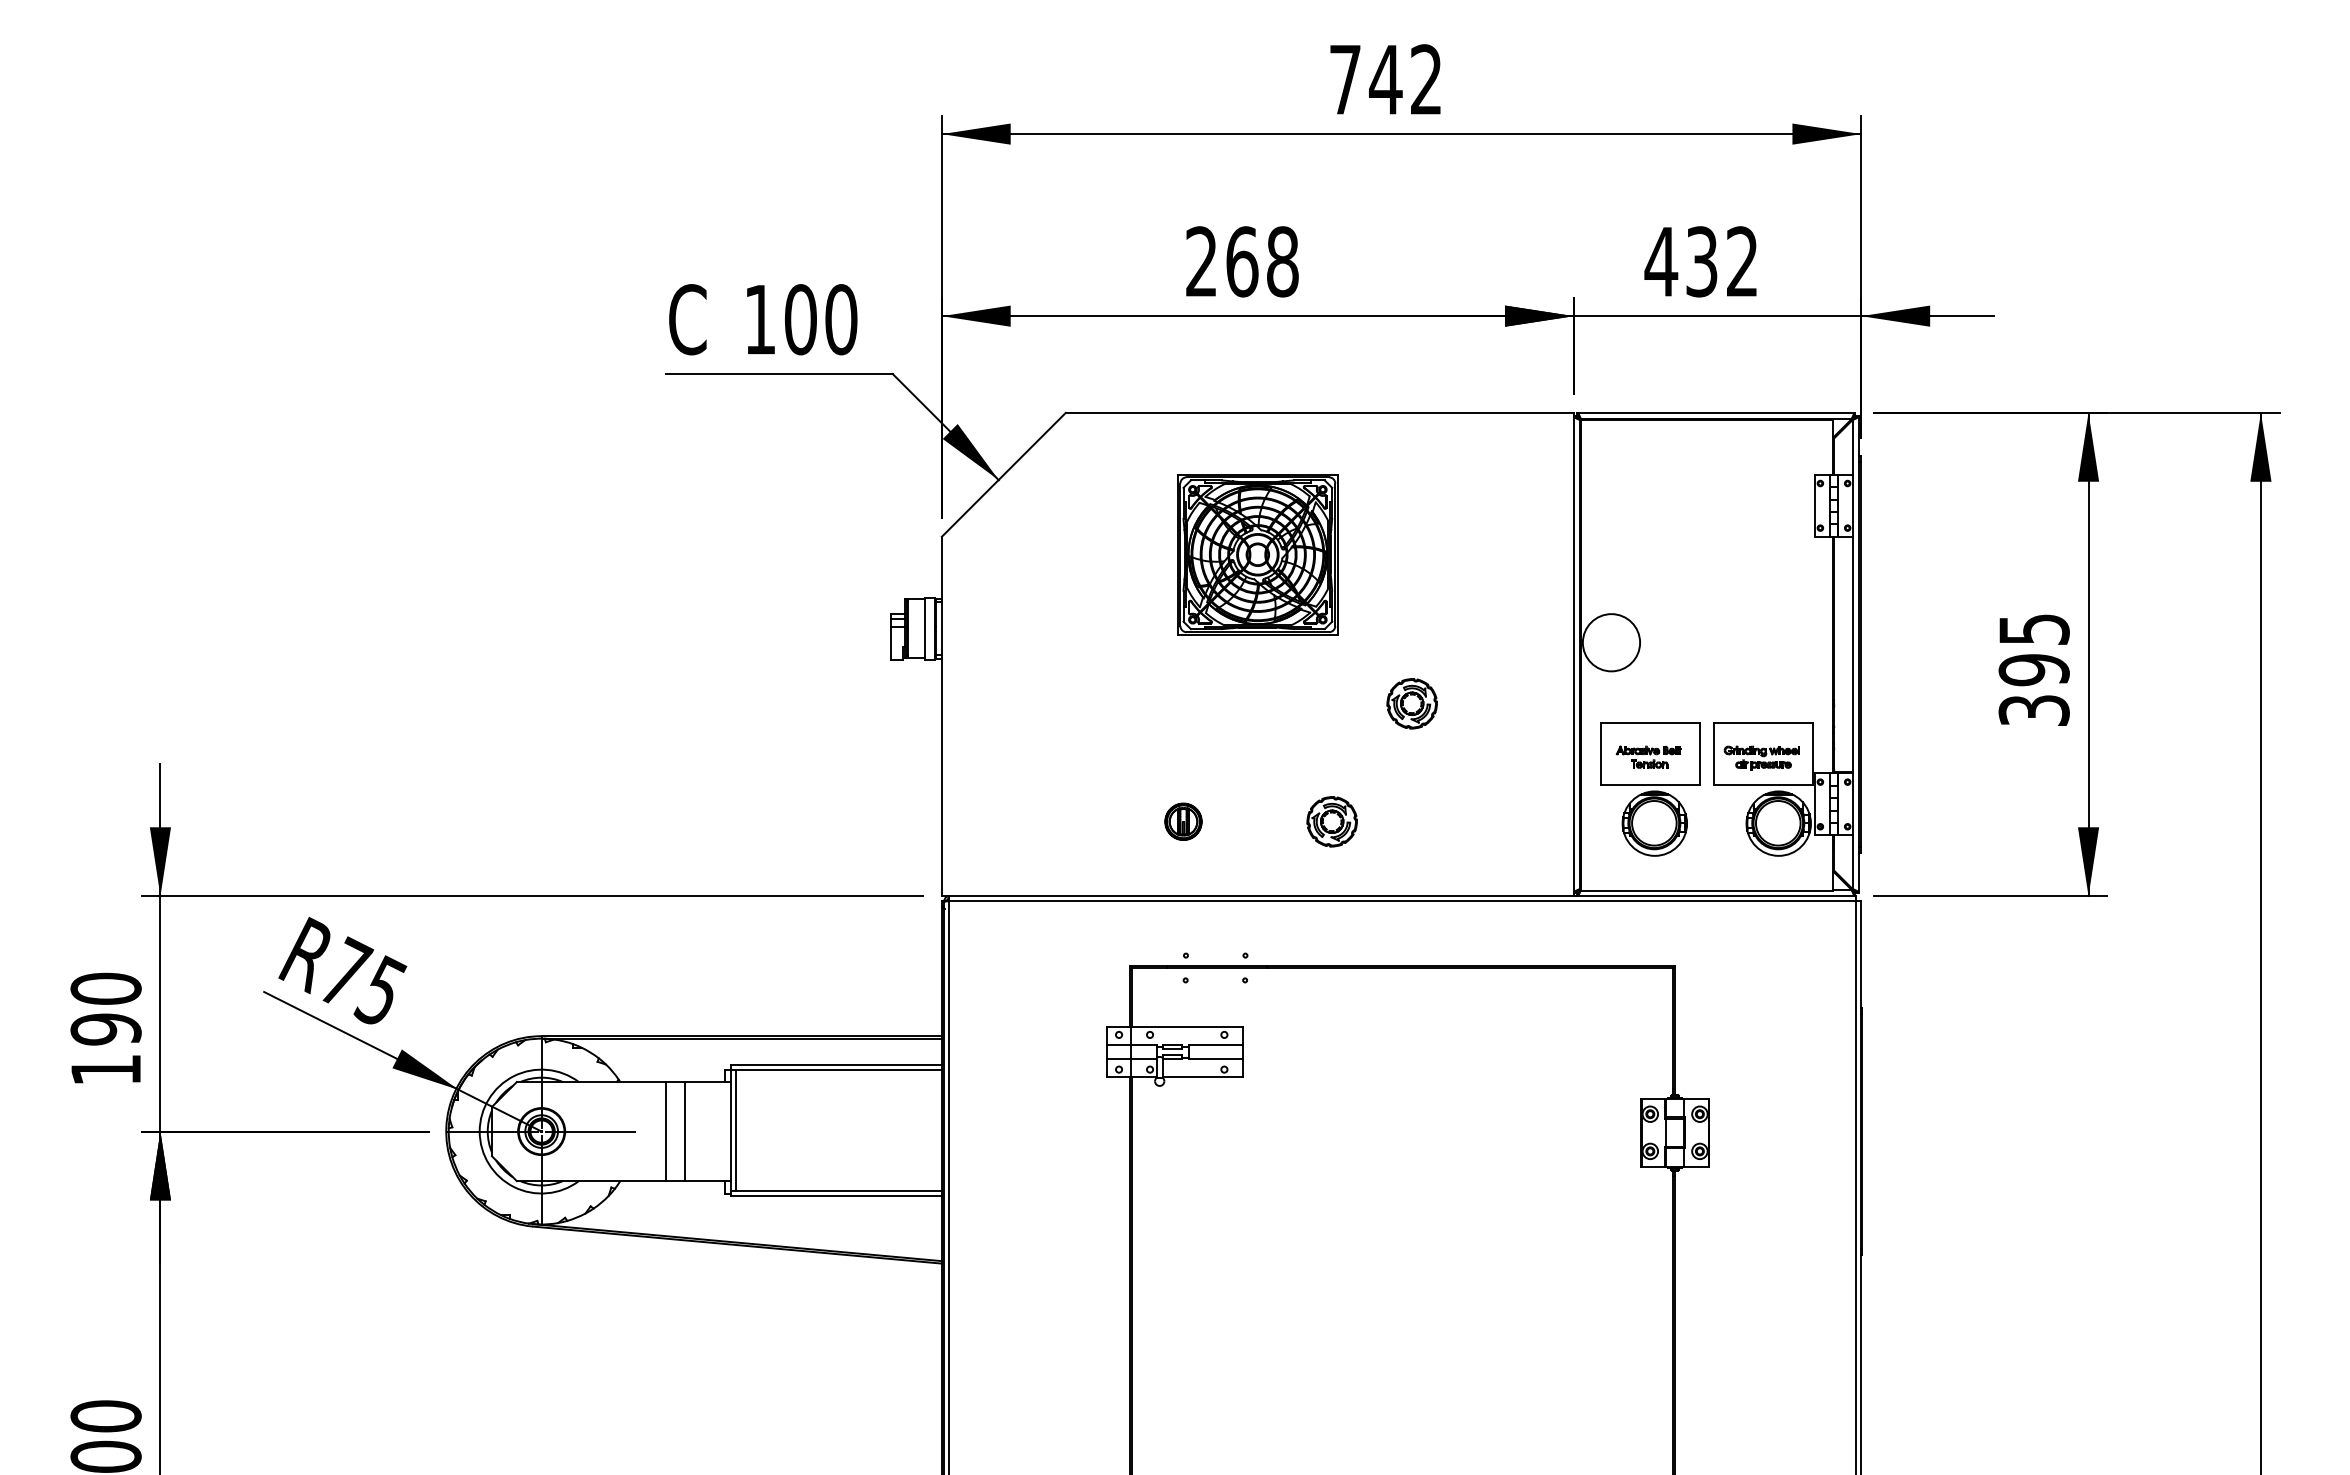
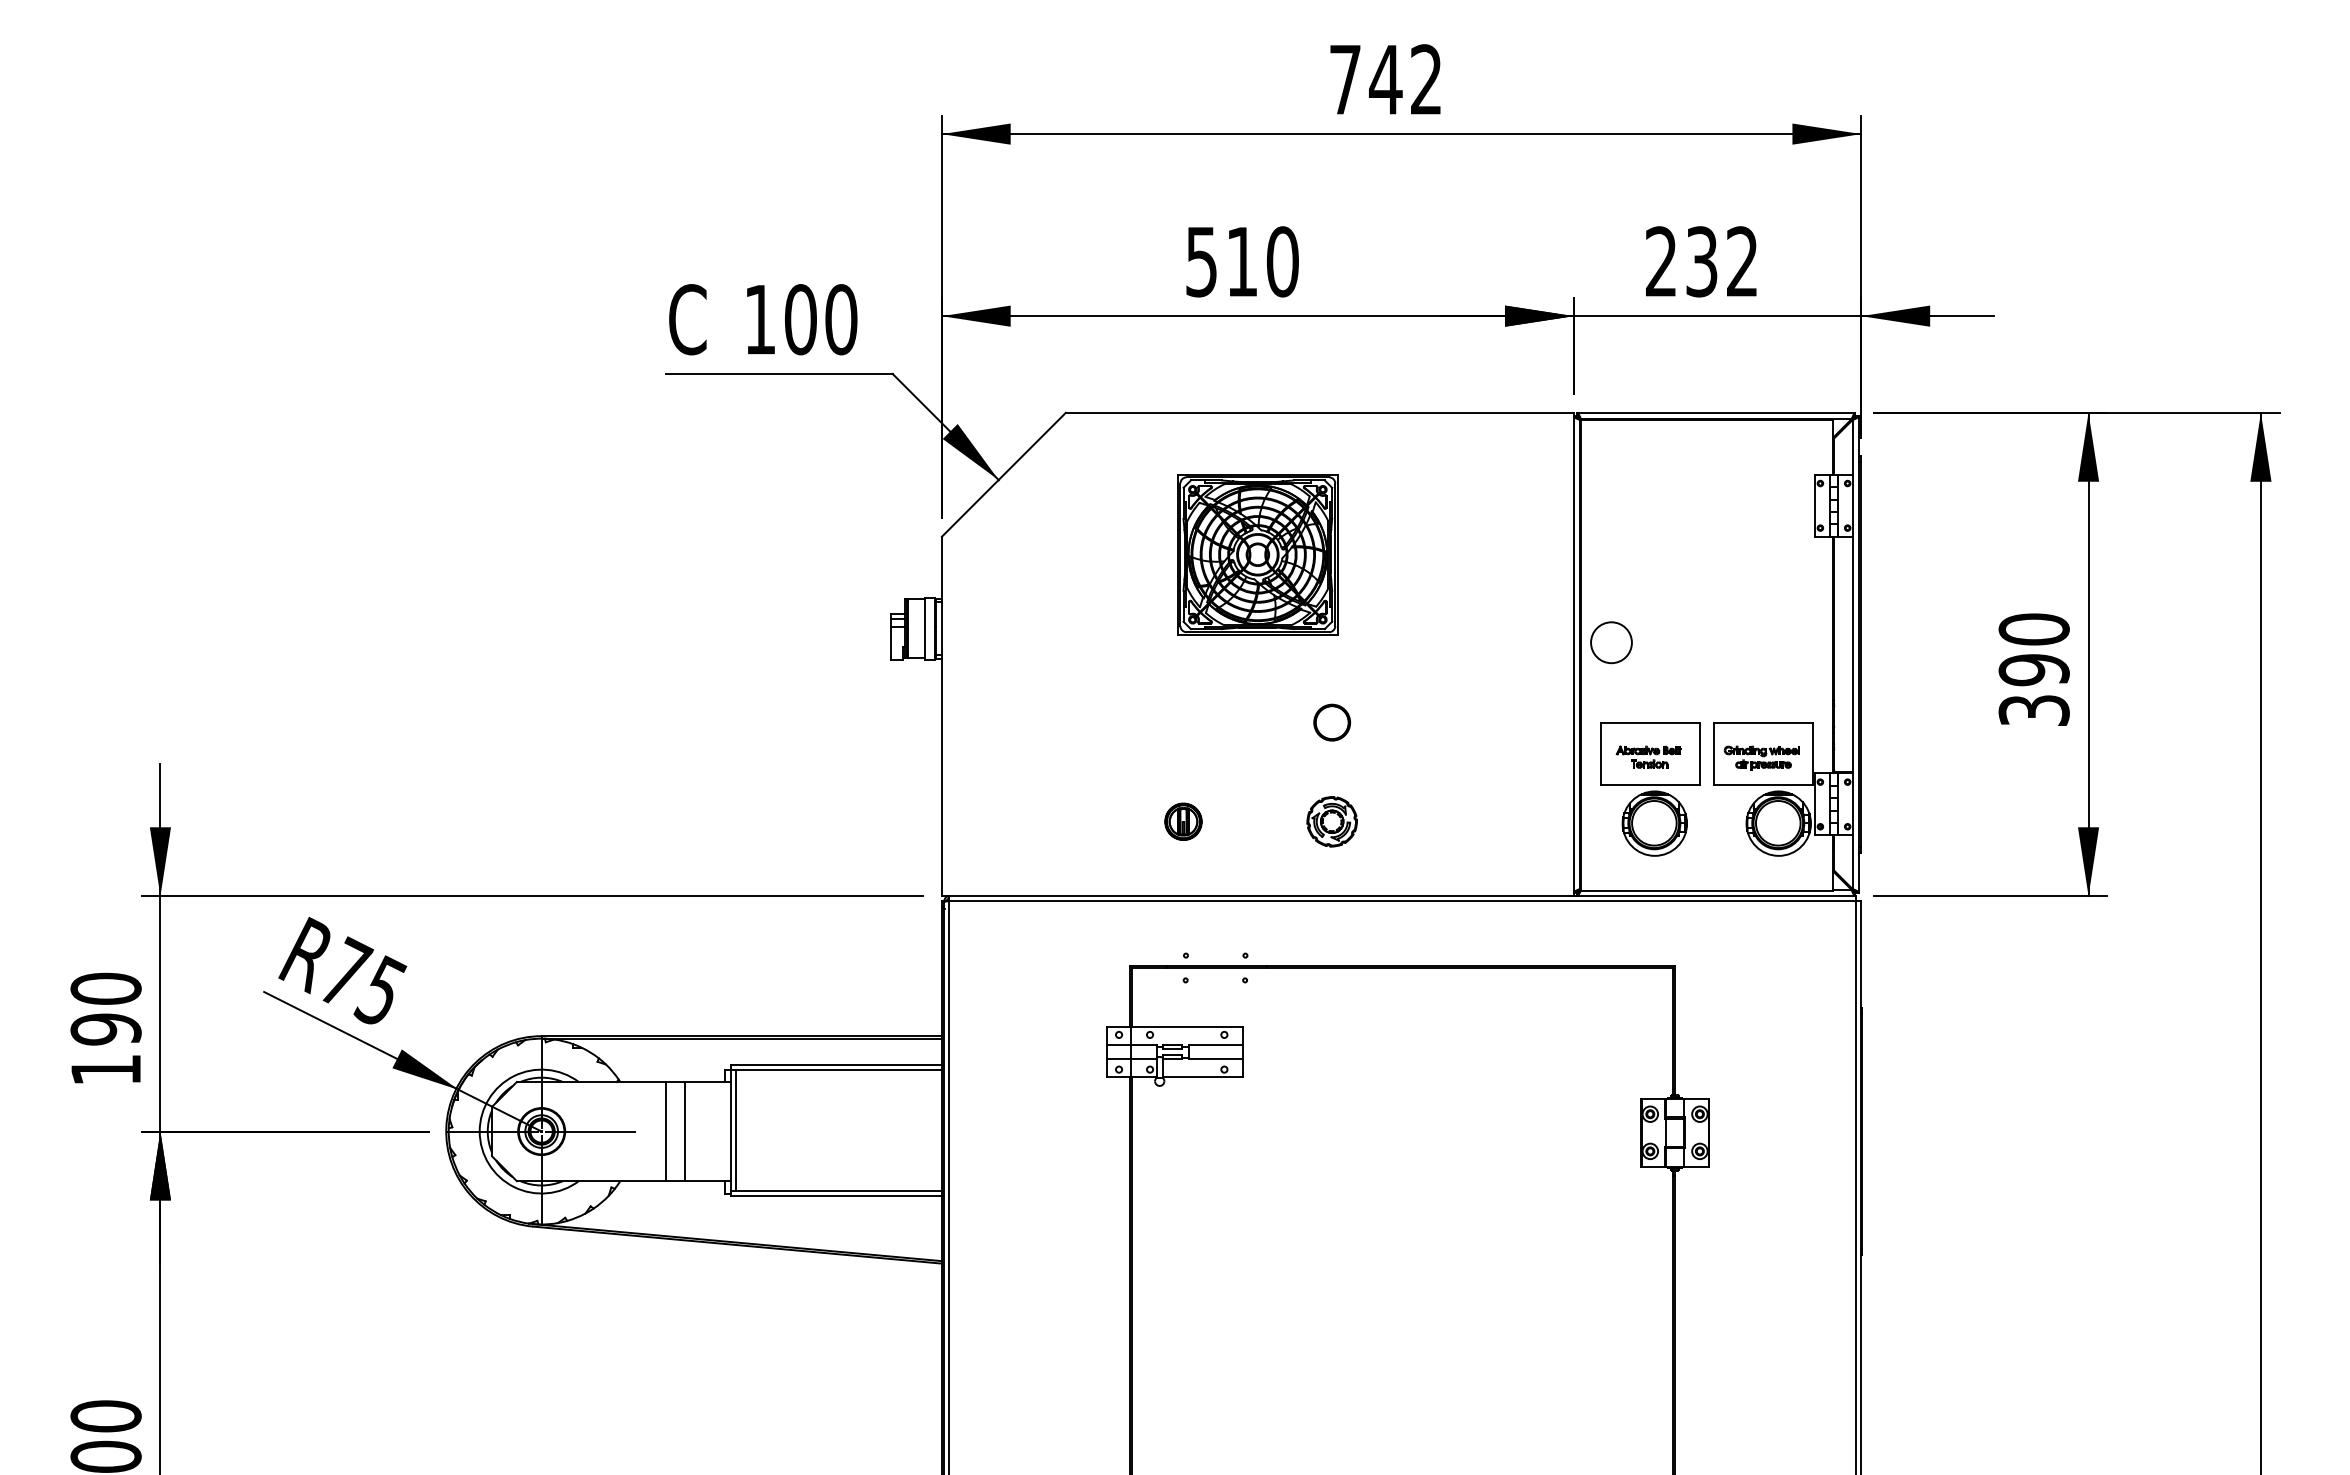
text at (1242, 261): 268 -> 510
text at (1661, 261): 432 -> 232
text at (2033, 629): 395 -> 390
circle at (1611, 642) diameter: 57 px -> 41 px
part at (1411, 703): present -> none
part at (1332, 722): none -> present
